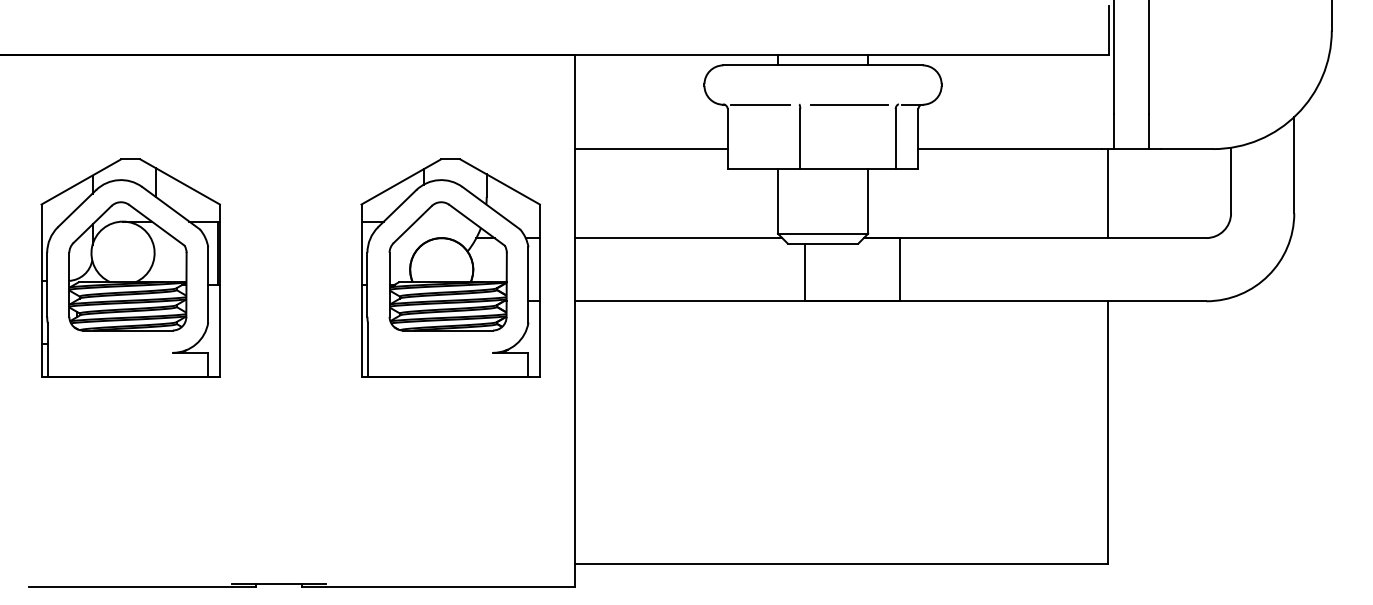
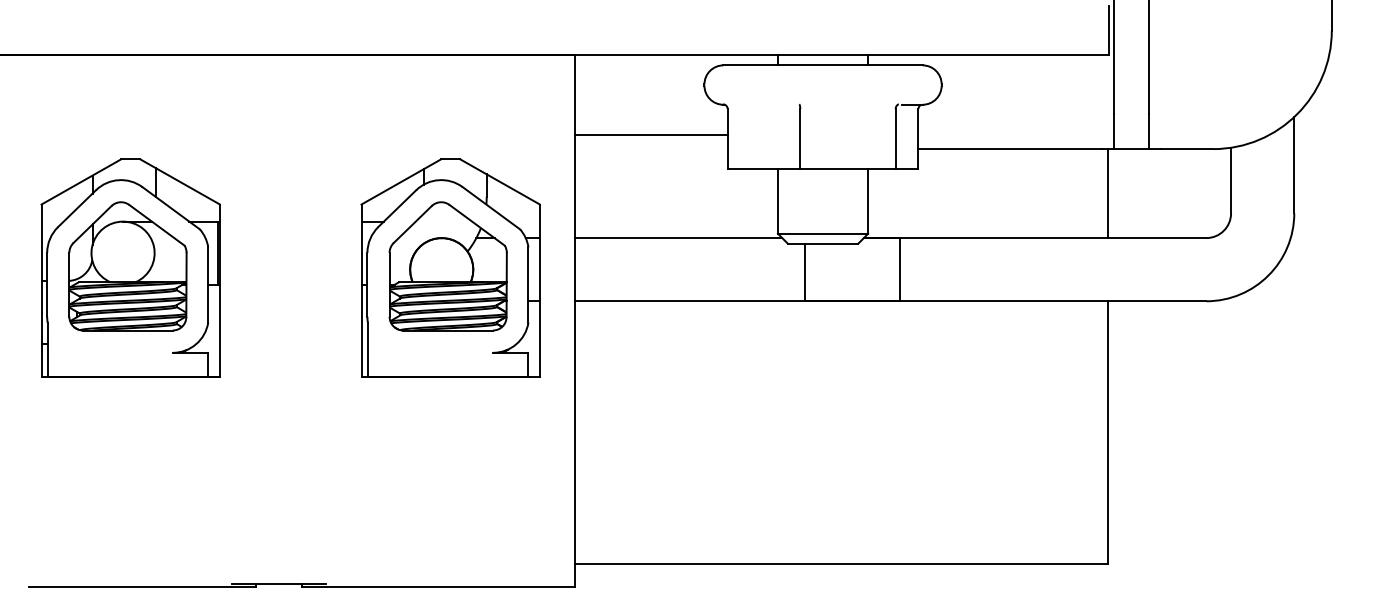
line at (760, 104): present -> none
line at (849, 104): present -> none
line at (651, 149) position: (651, 149) -> (651, 135)
